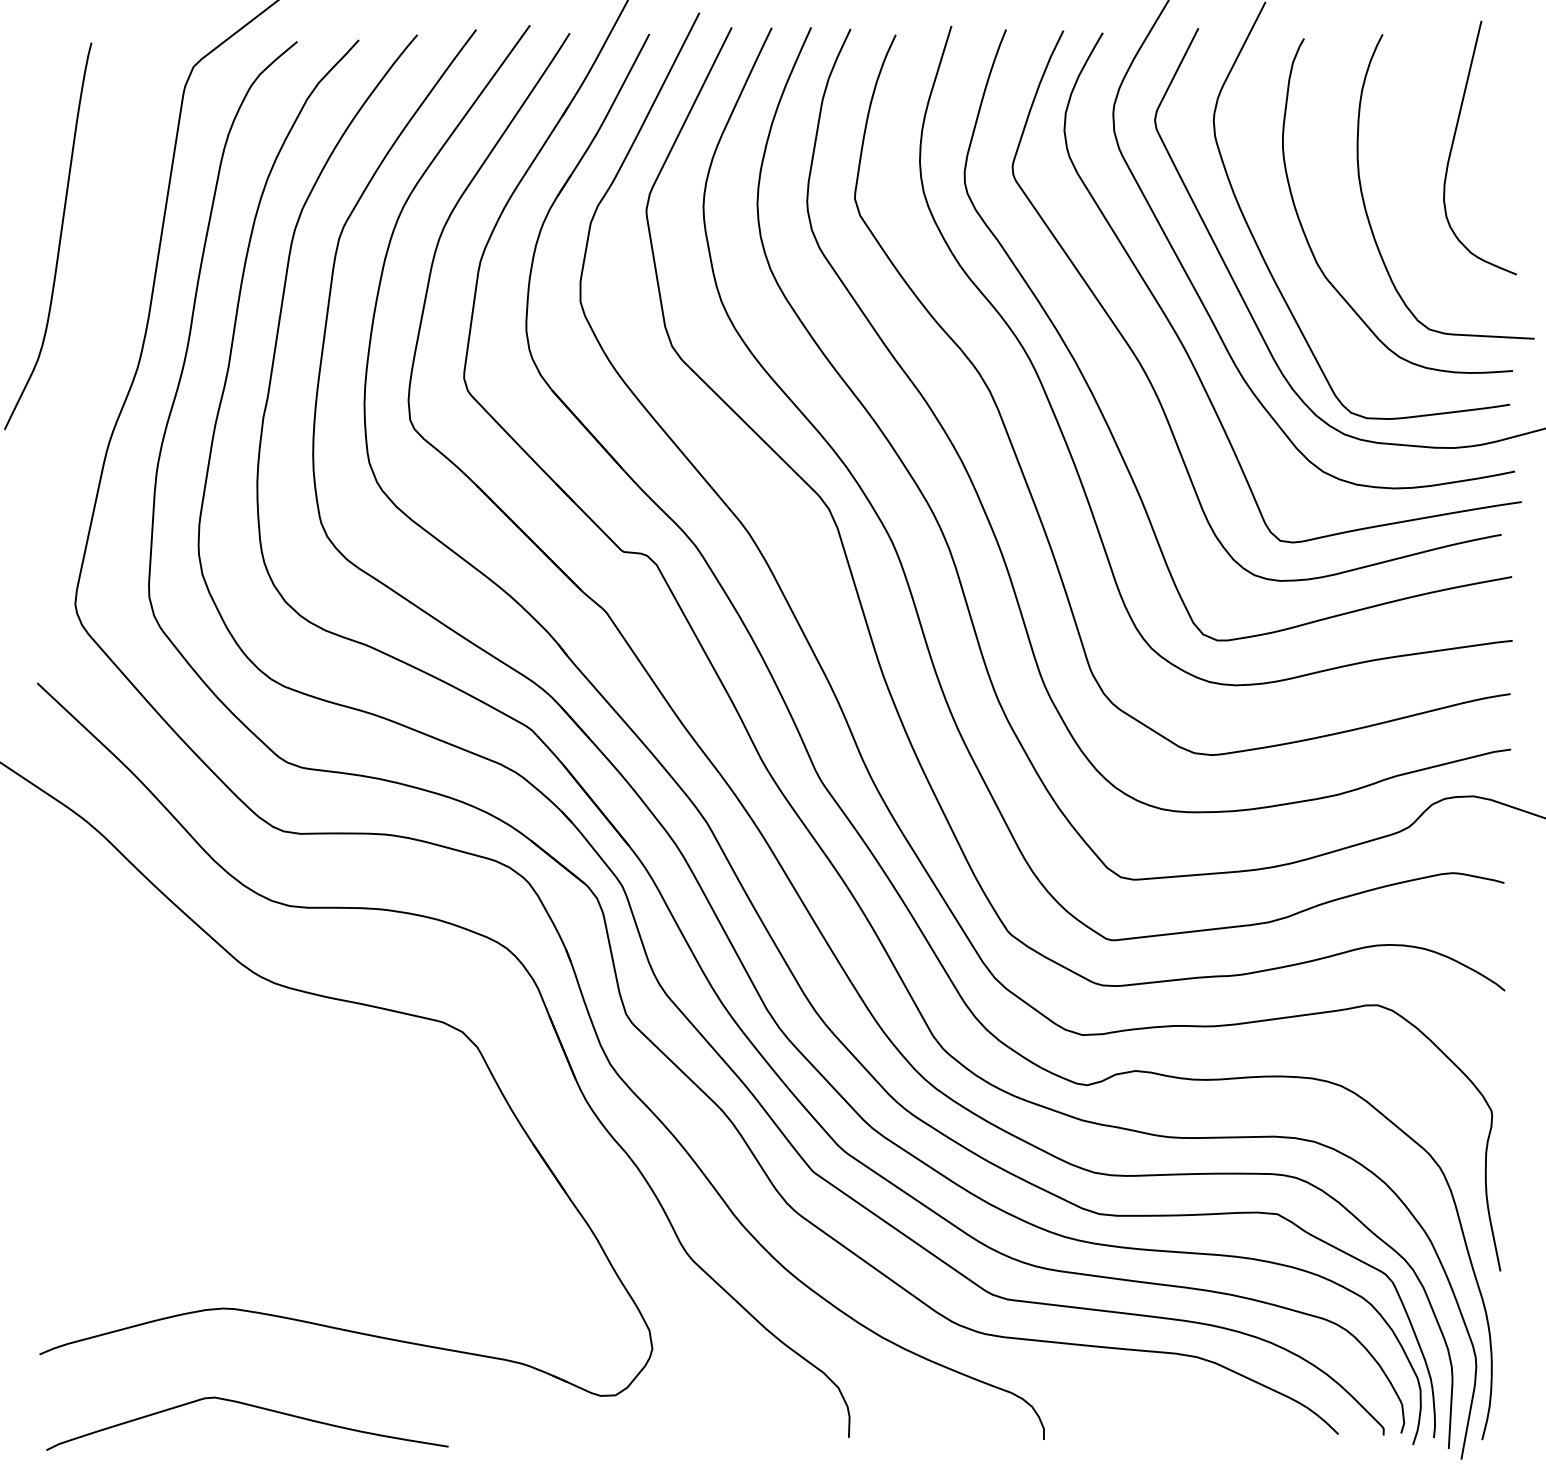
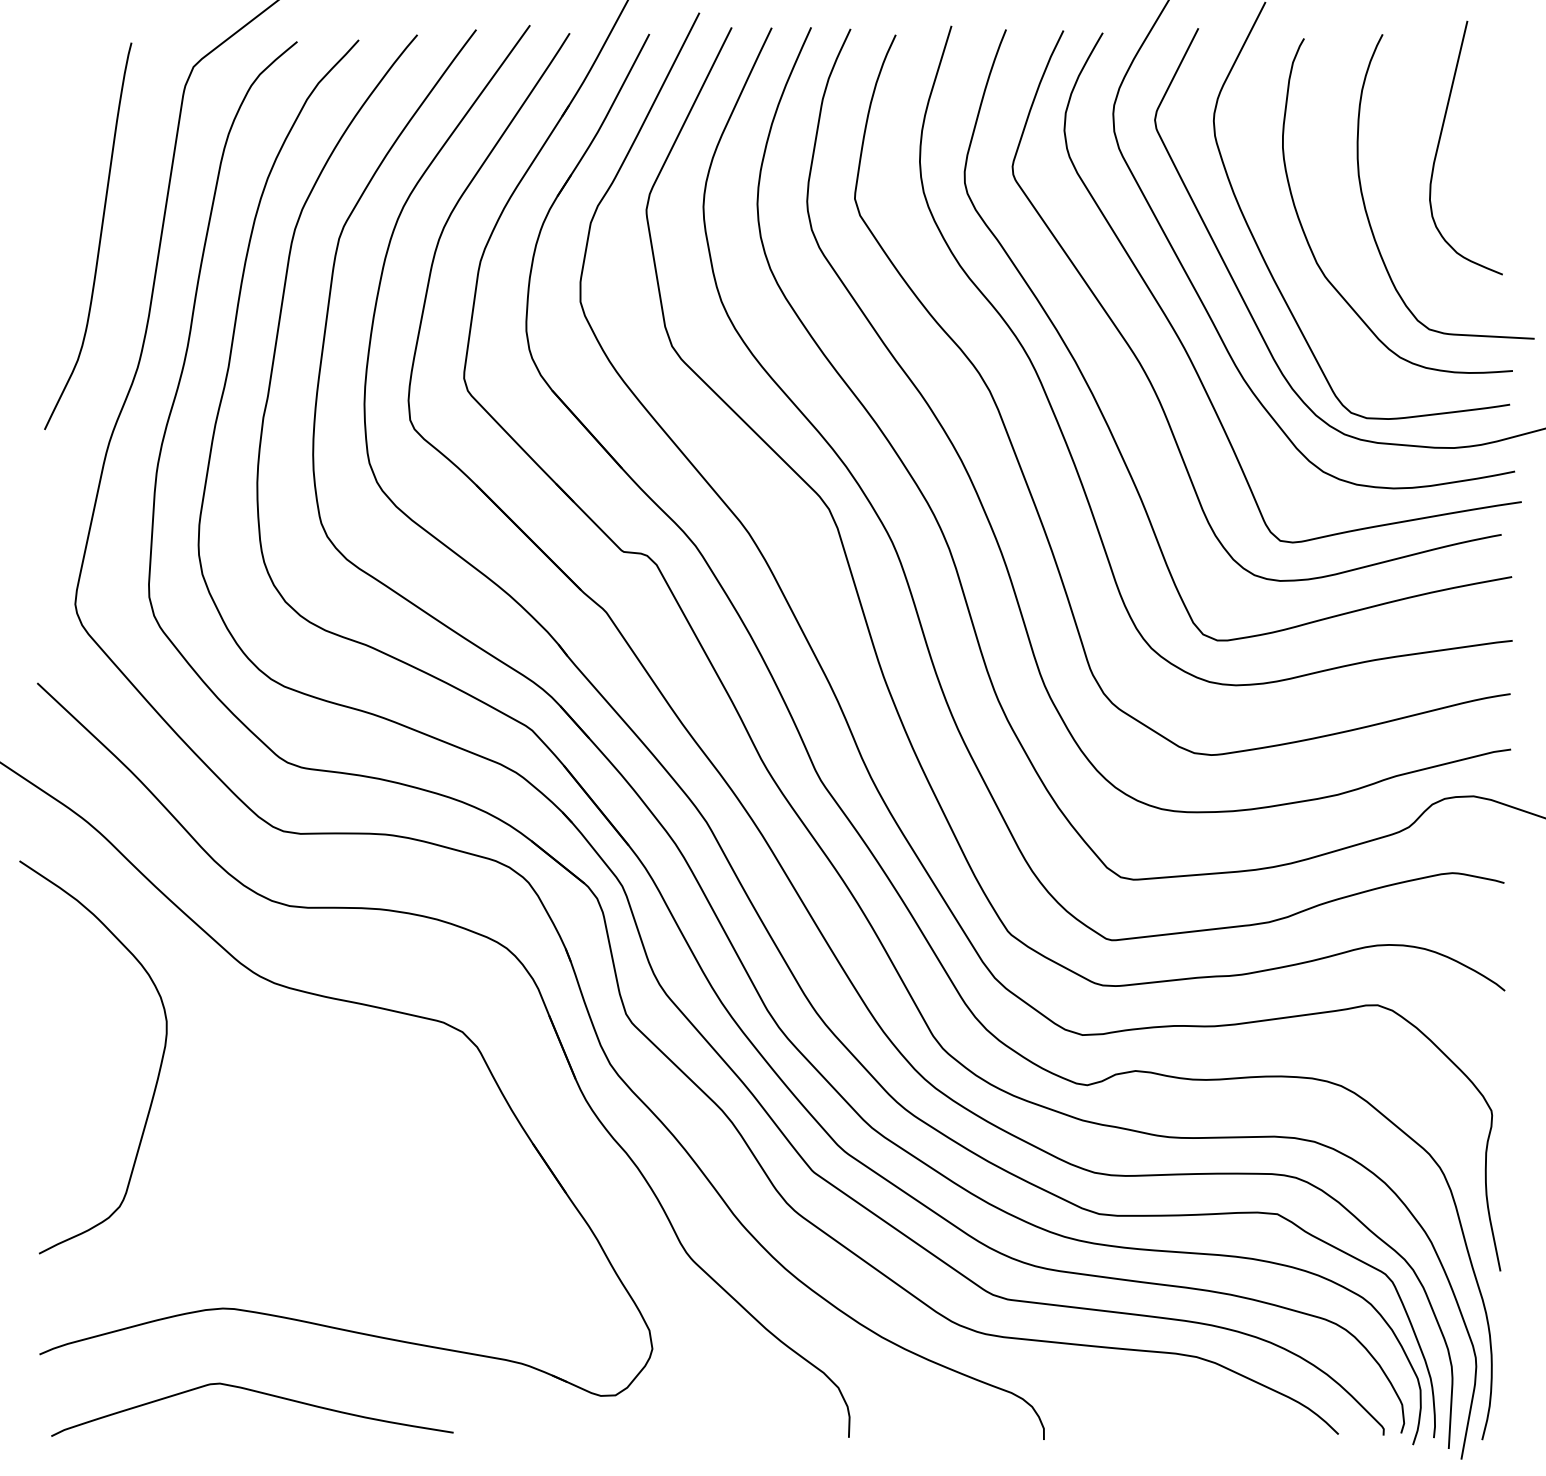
curve at (1454, 140) position: (1454, 140) -> (1440, 140)
curve at (59, 236) position: (59, 236) -> (99, 236)
curve at (157, 1075): none -> present
curve at (250, 1406) position: (250, 1406) -> (255, 1392)
